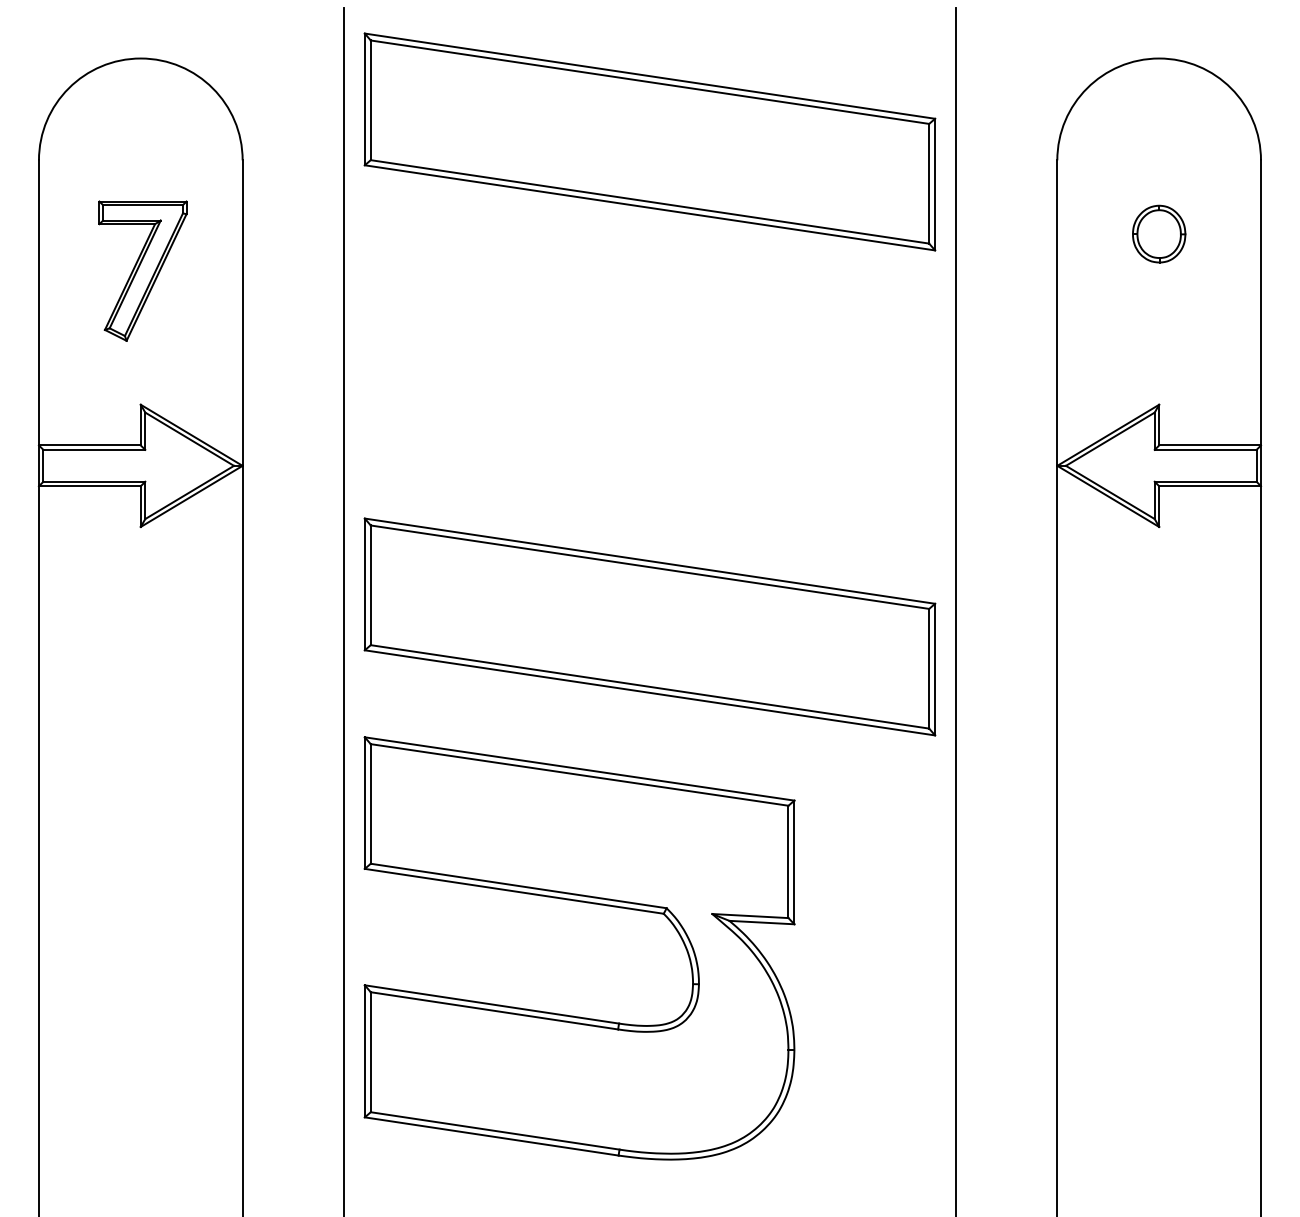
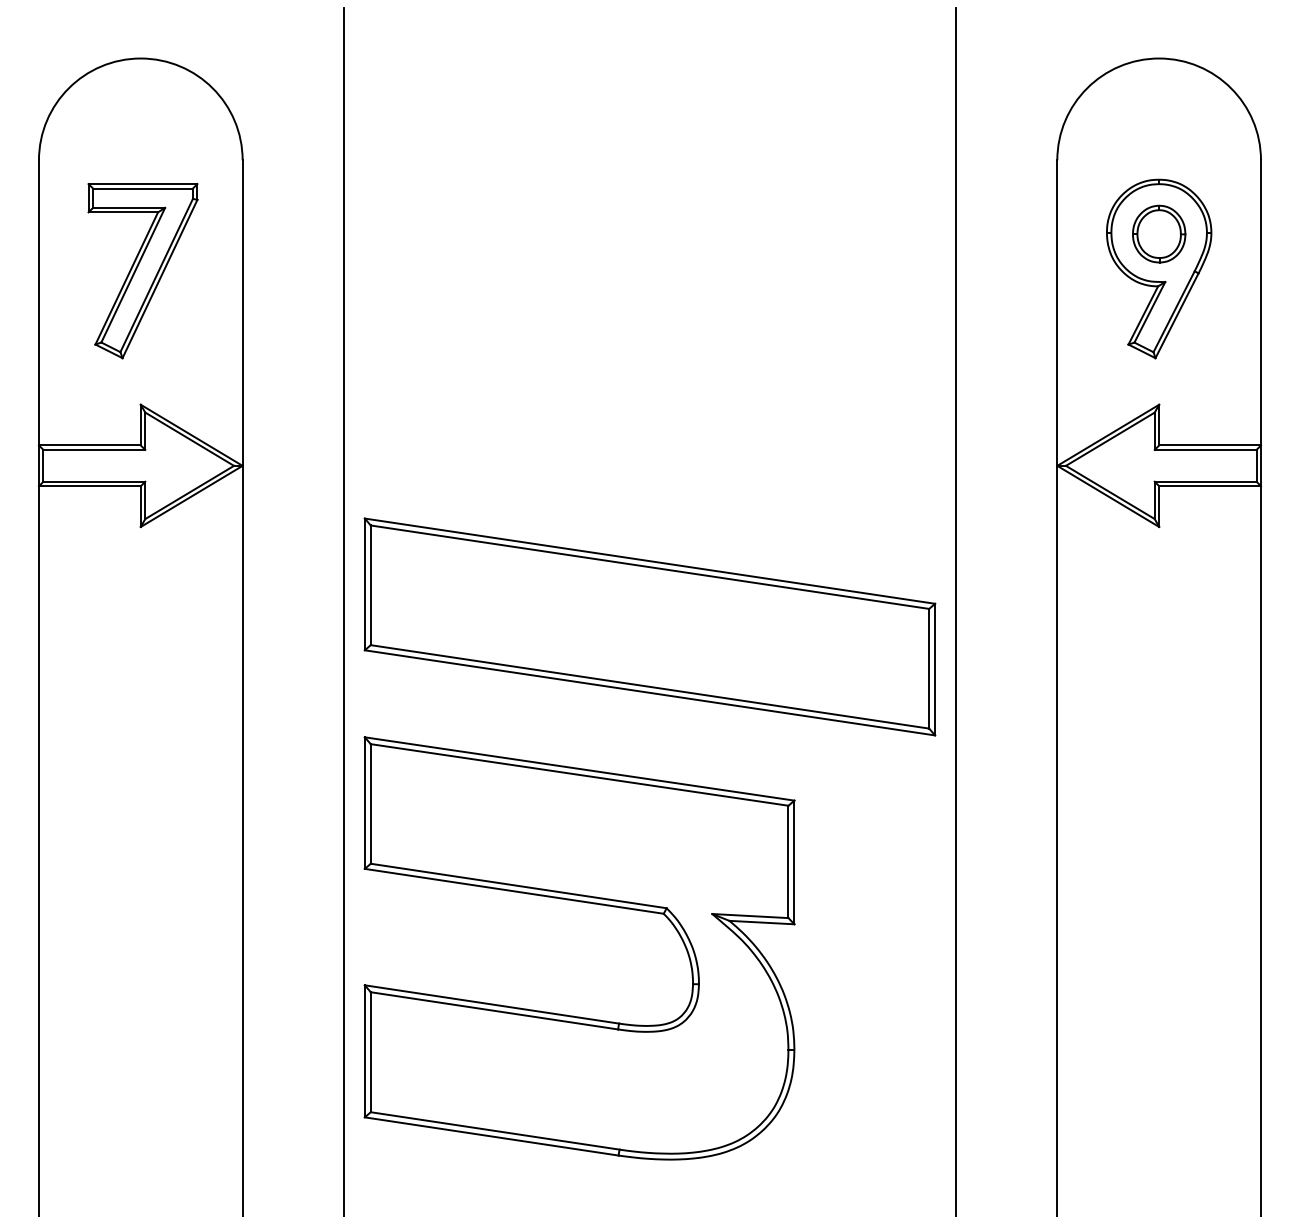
part at (649, 141): present -> none
part at (1159, 268): none -> present
part at (142, 270) size: 90x142 px -> 112x177 px
